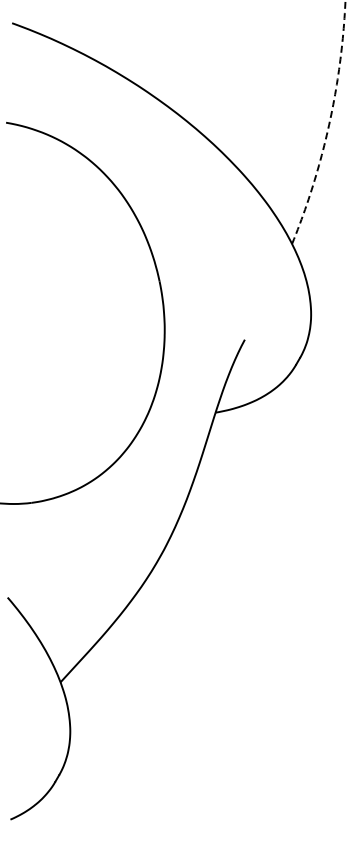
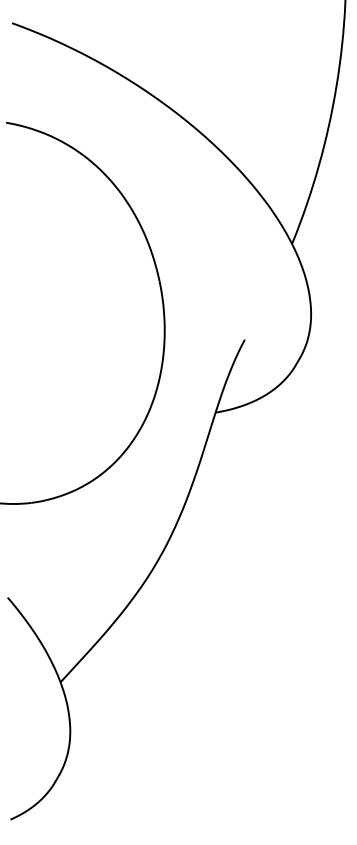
arc at (329, 123): dashed -> solid
